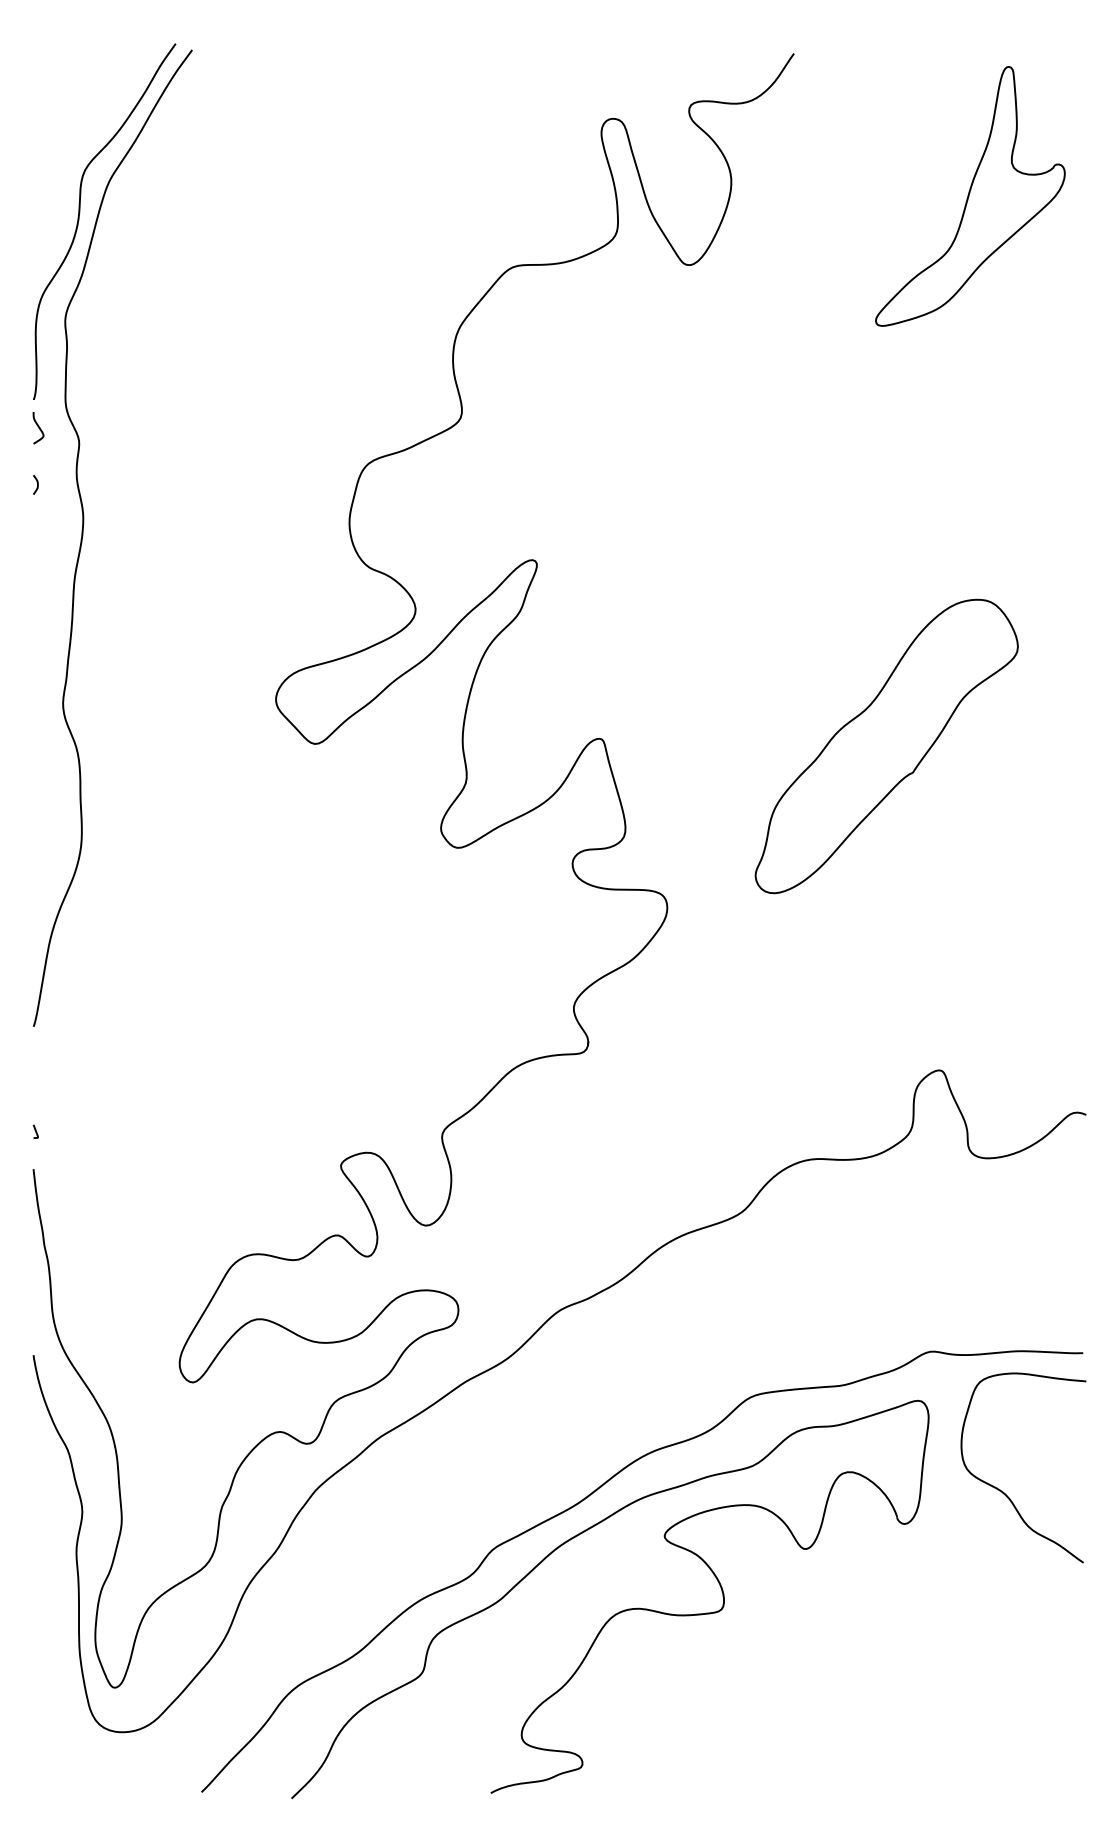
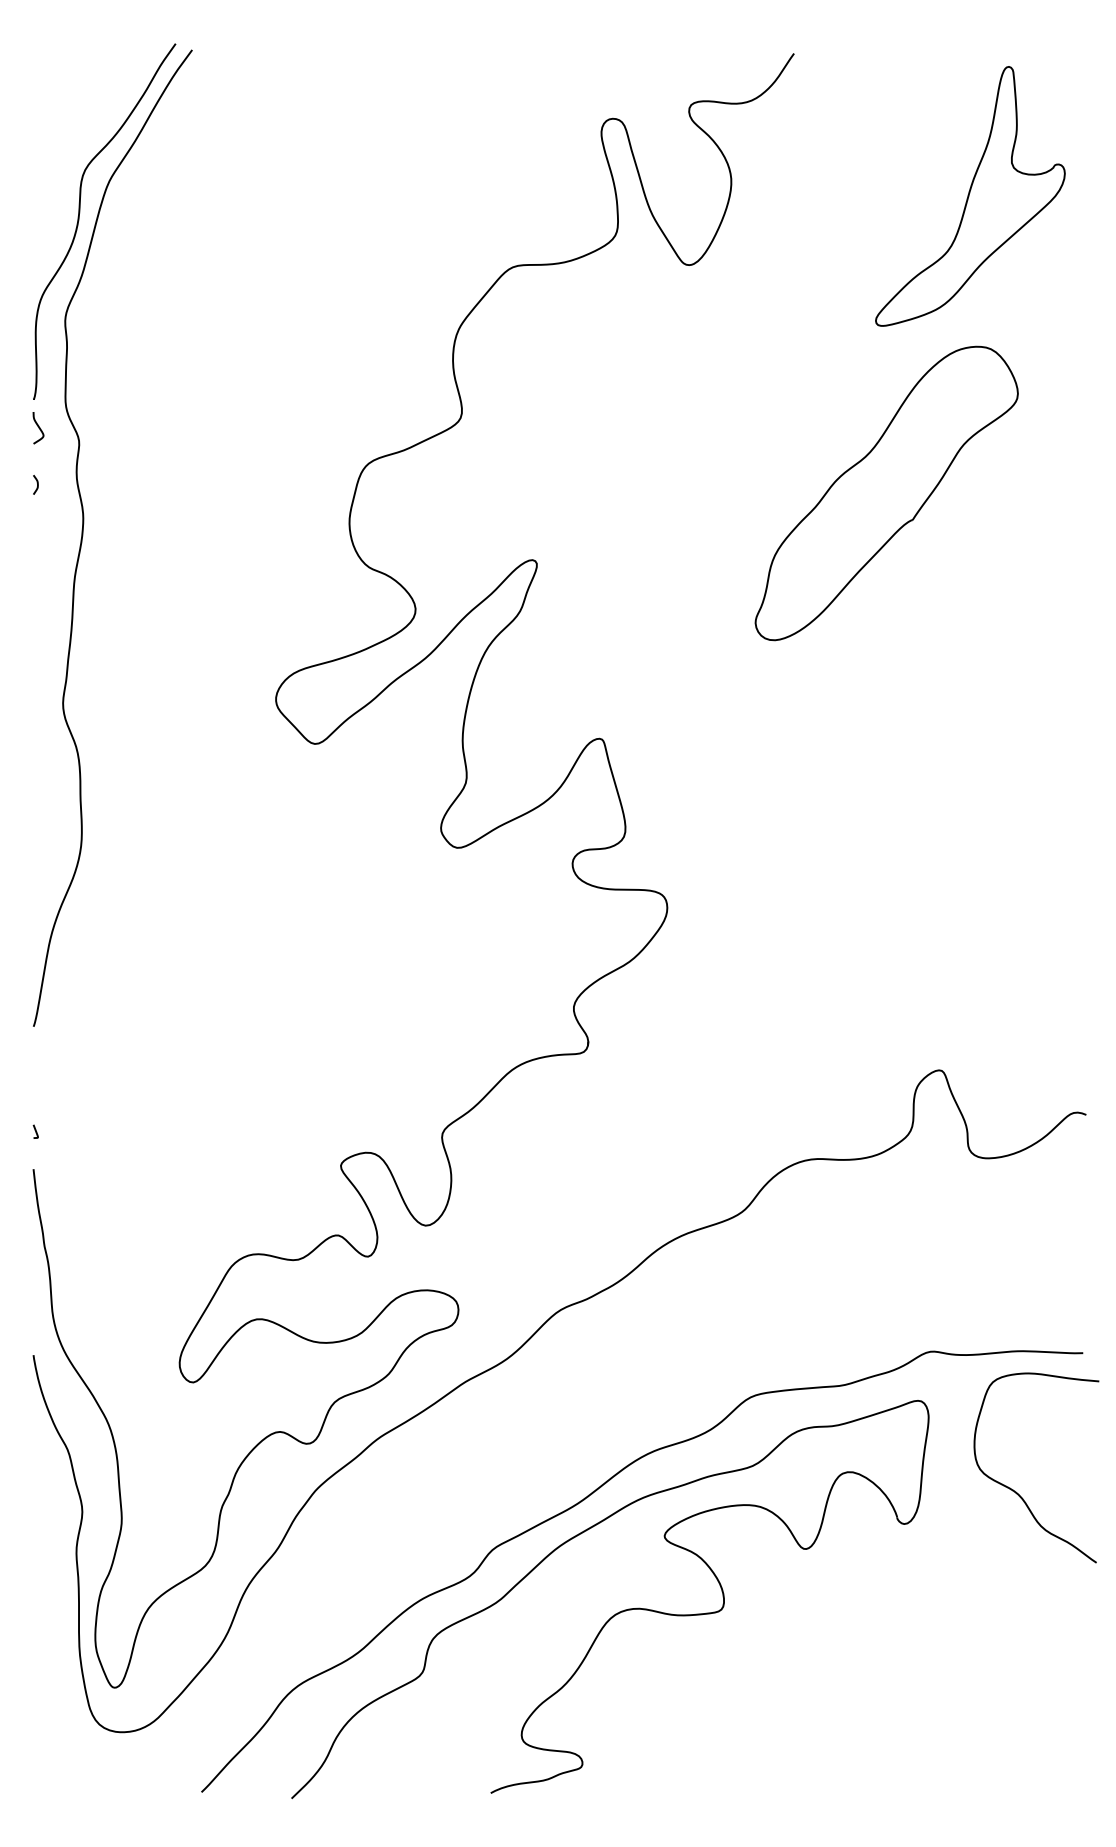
part at (886, 746) position: (886, 746) -> (886, 493)
curve at (1003, 1491) position: (1003, 1491) -> (1016, 1491)
